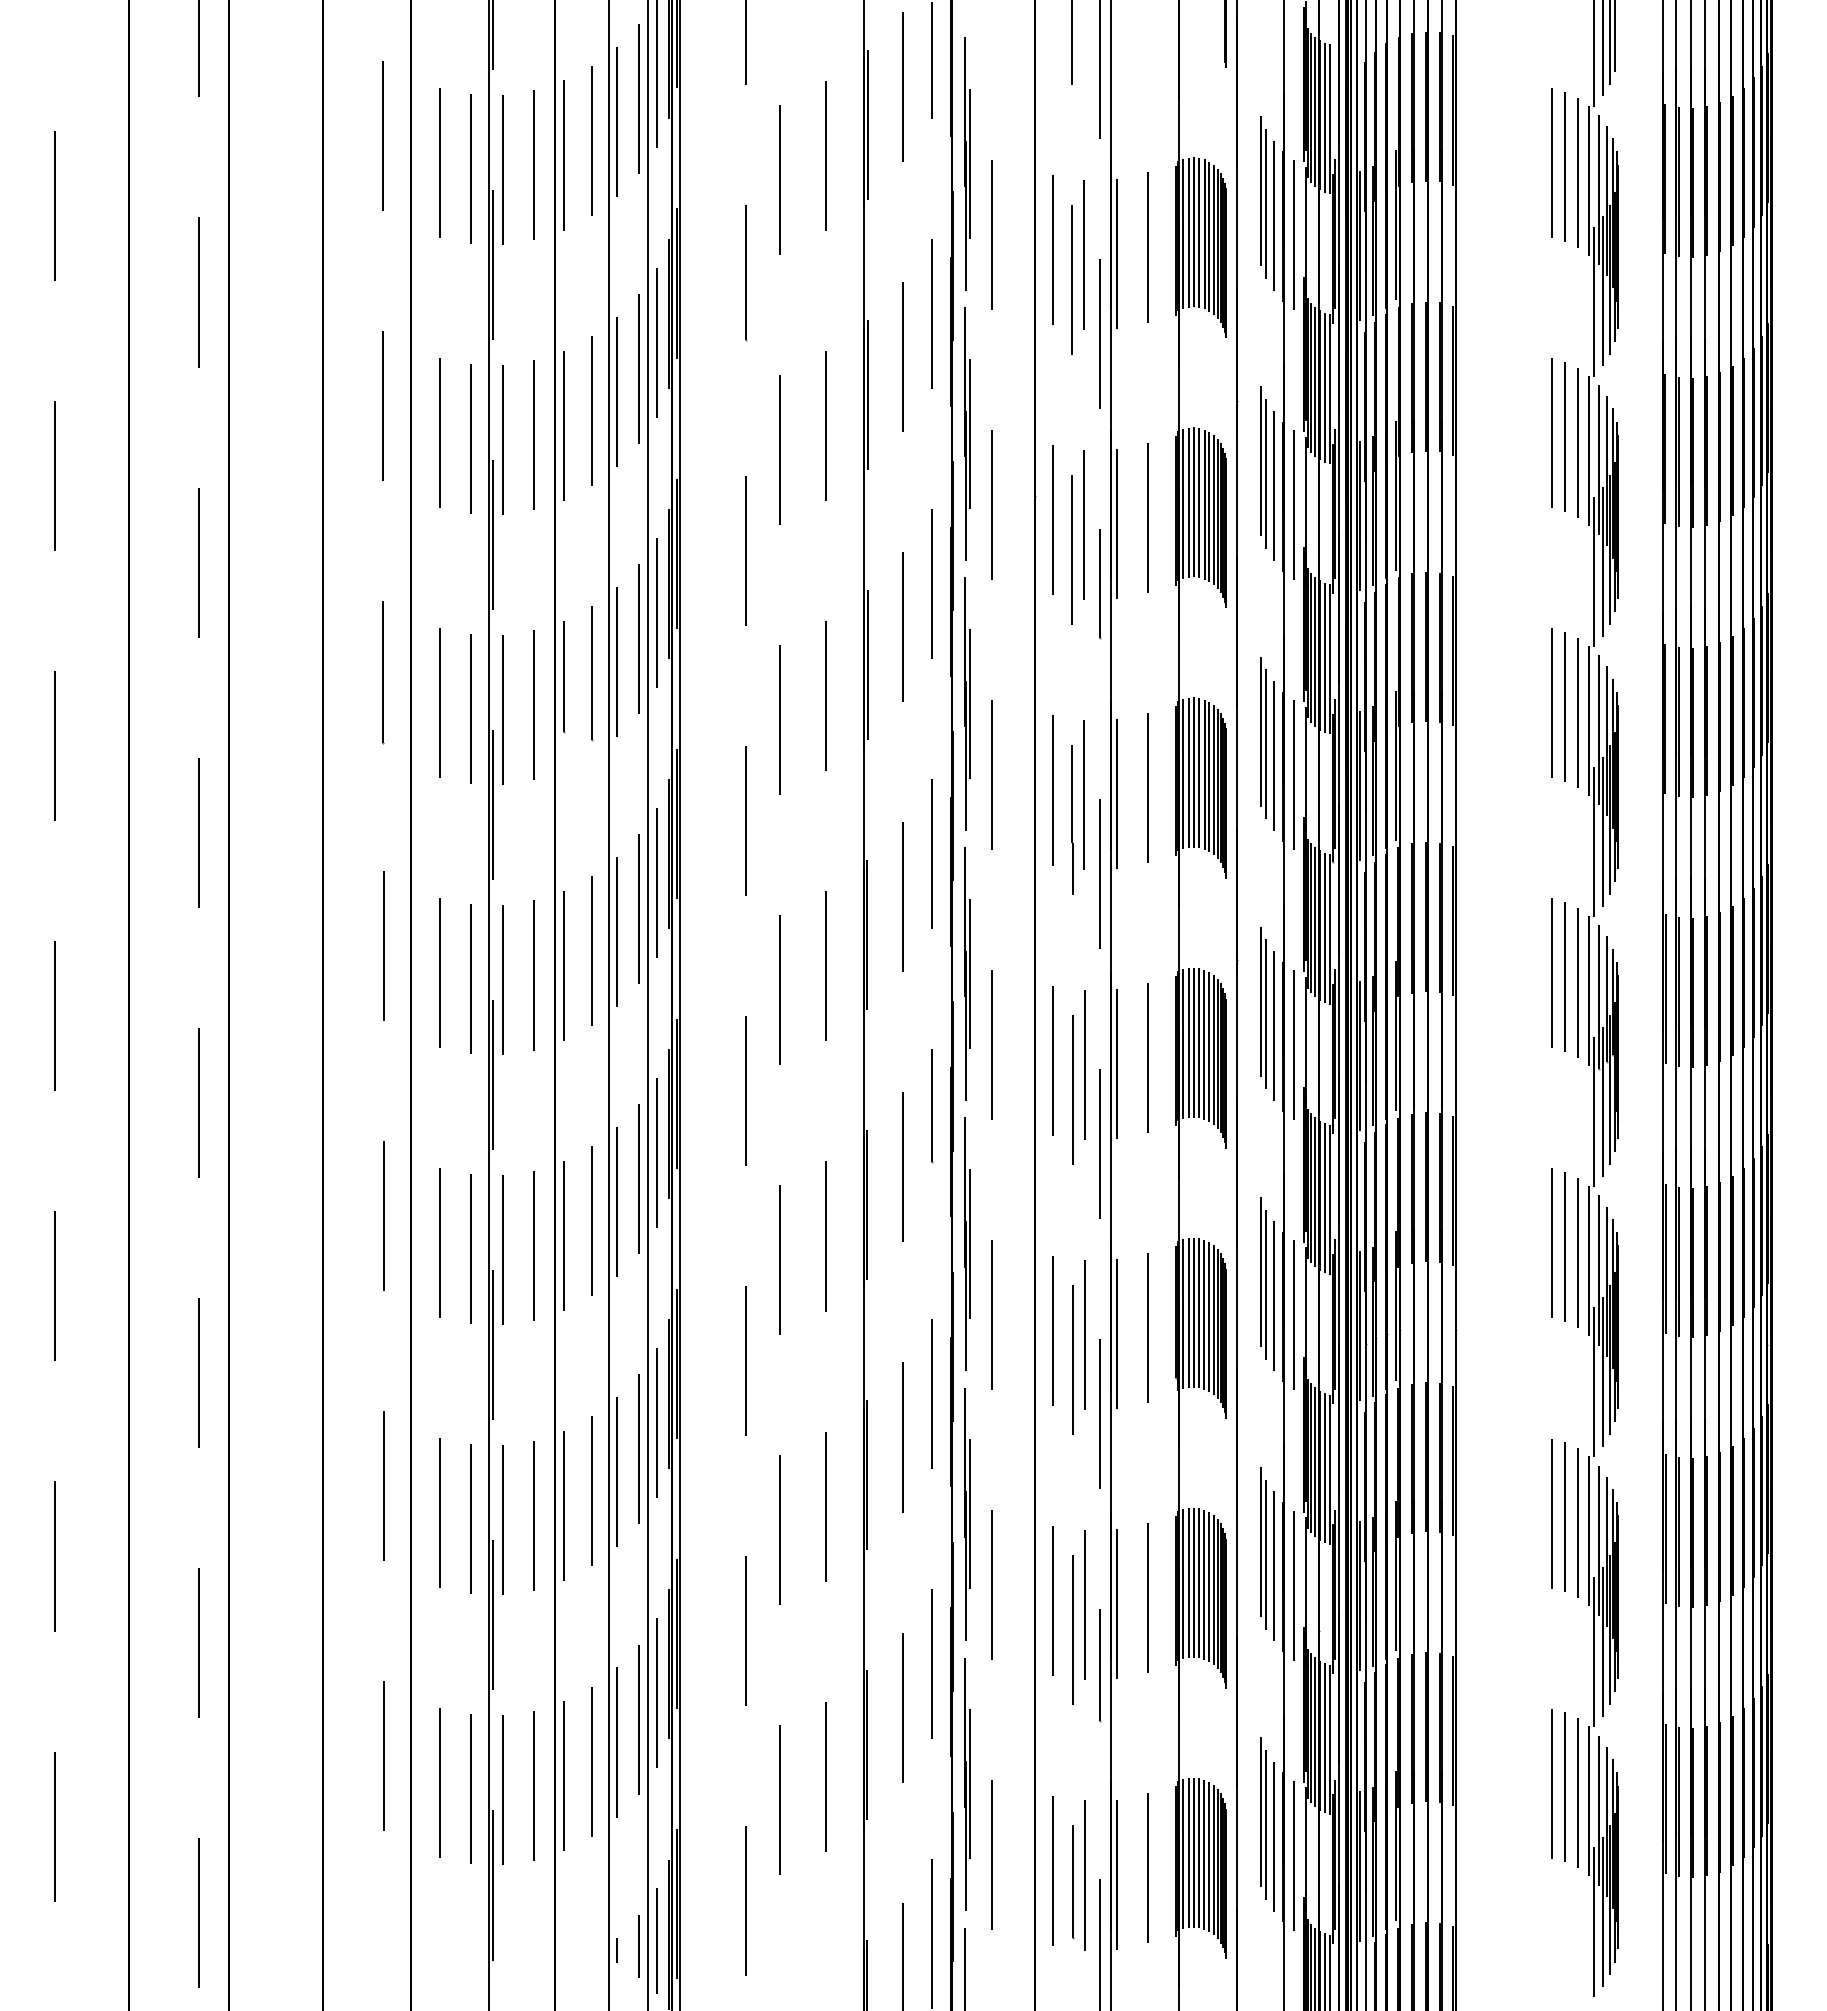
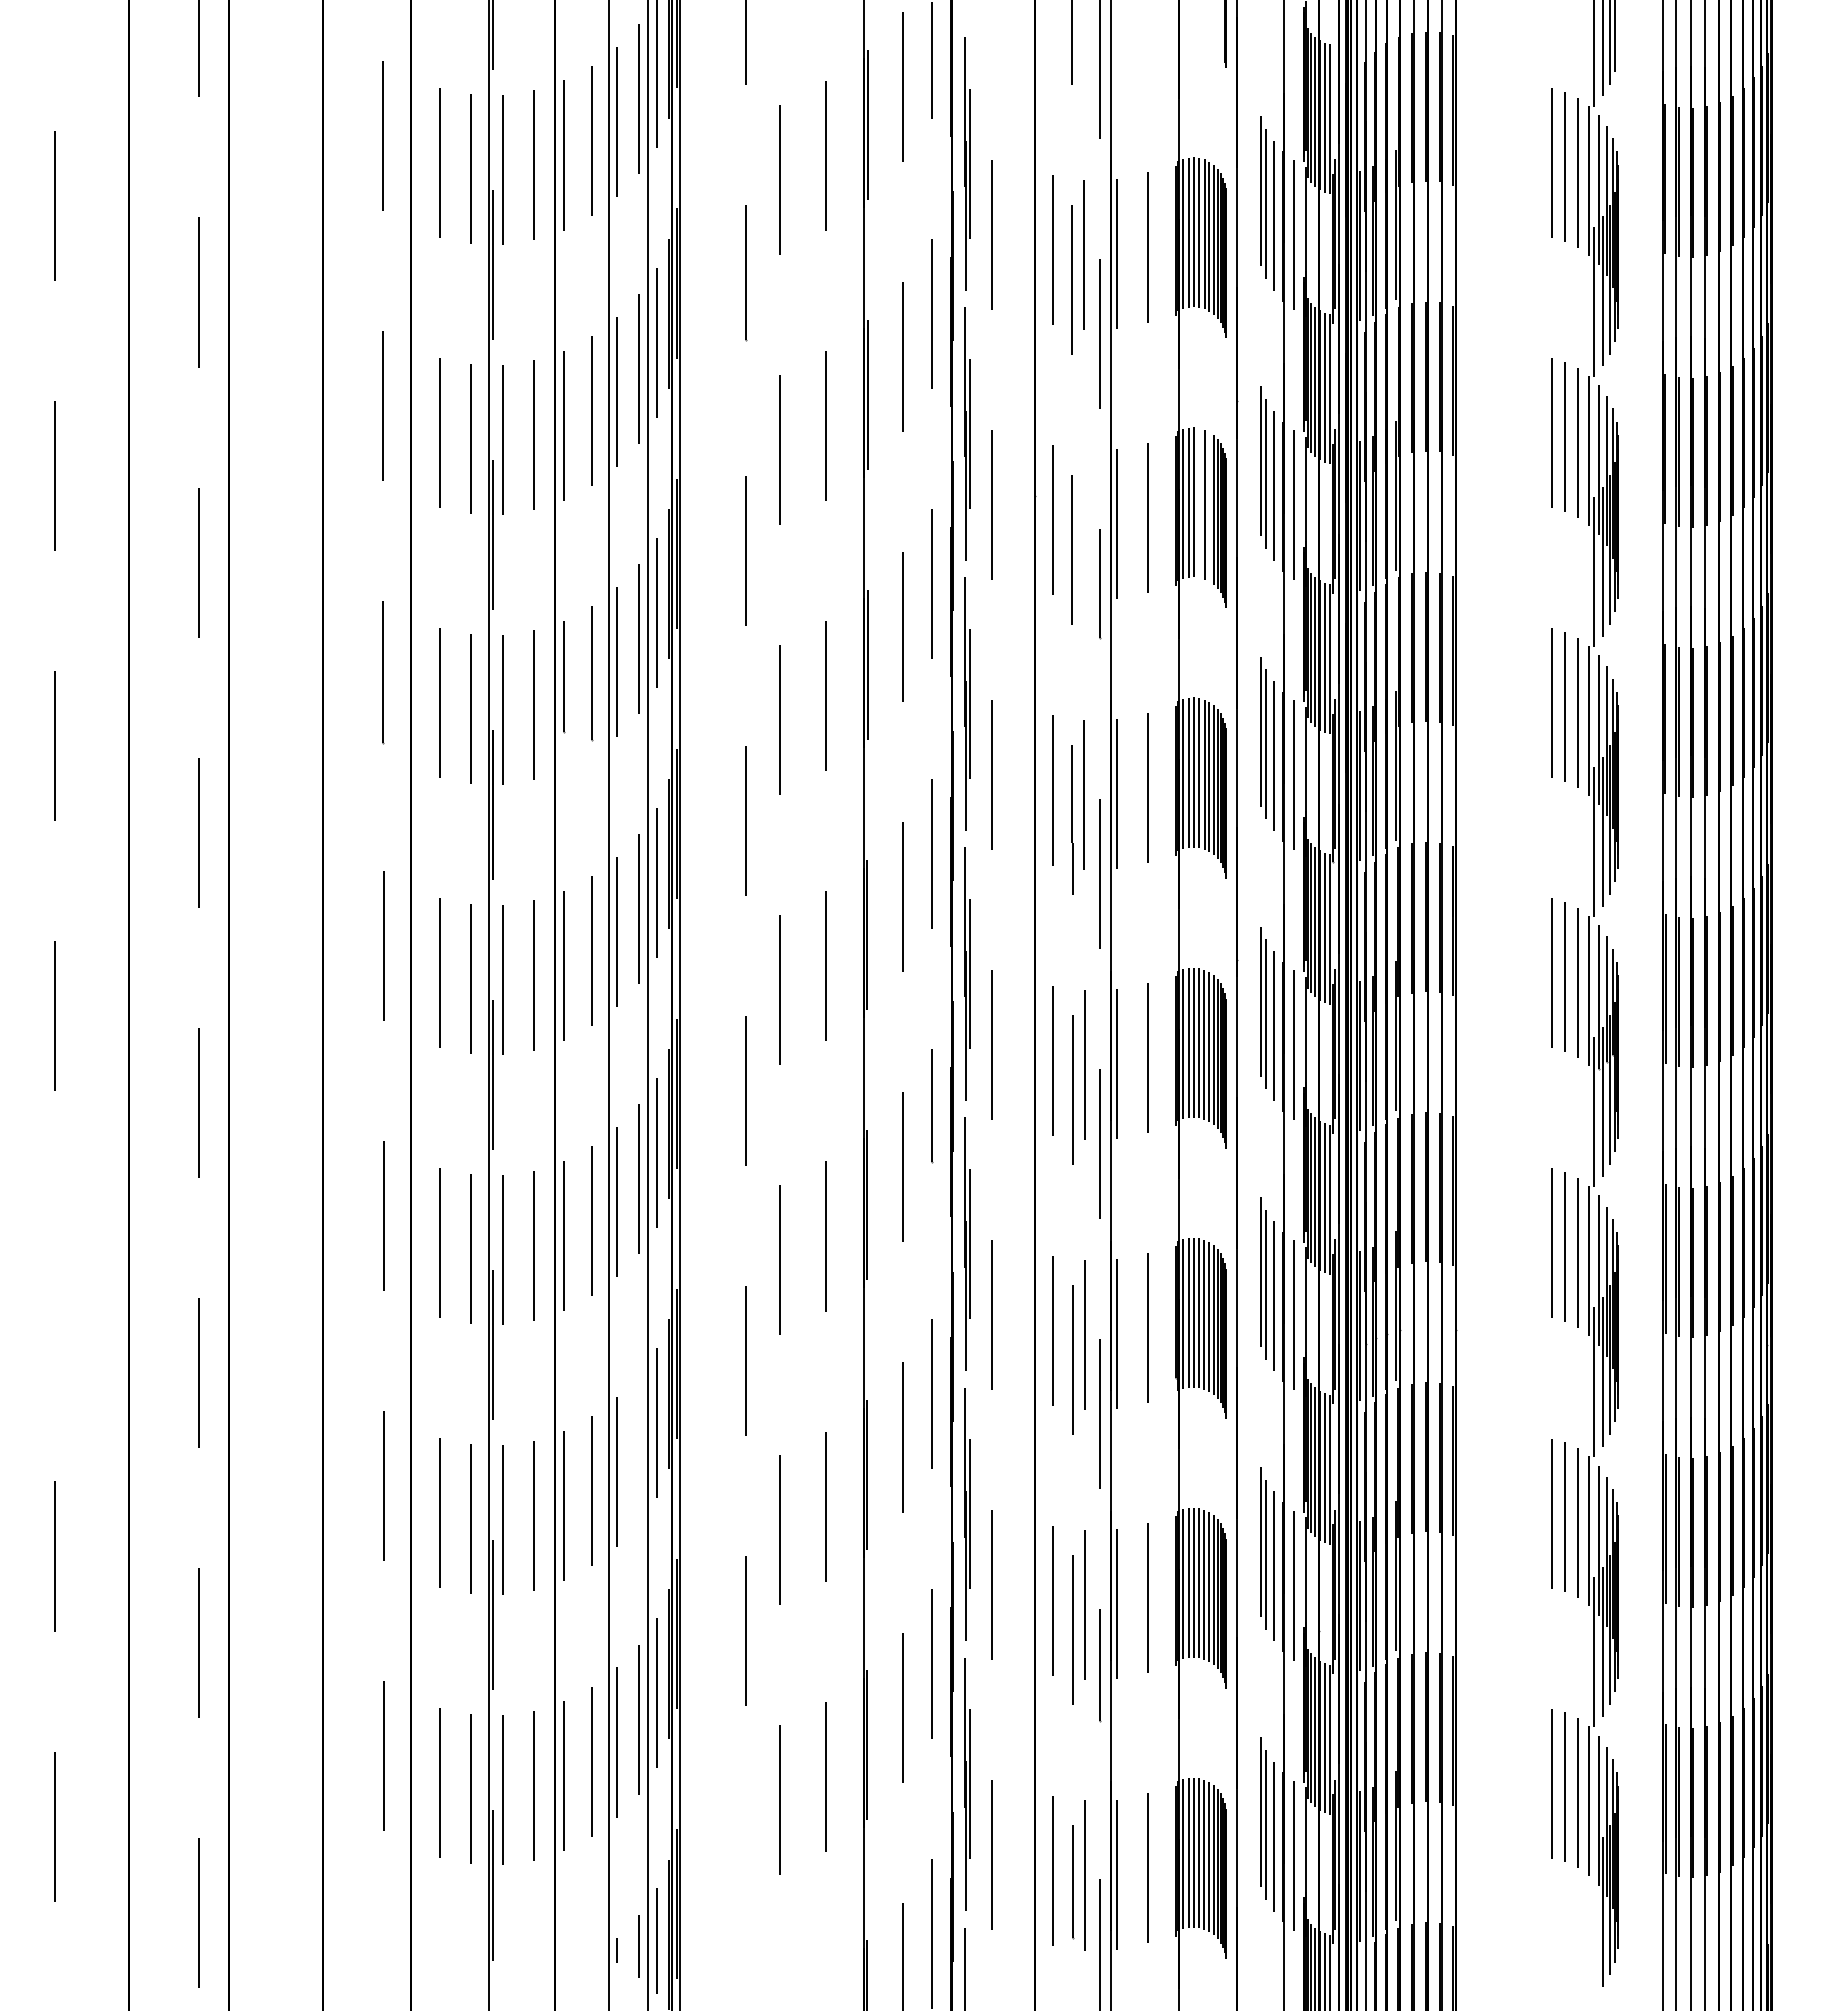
line at (1199, 503): present -> none
line at (1209, 506): present -> none
line at (1084, 525): present -> none
line at (54, 1286): present -> none
line at (638, 1448): present -> none
line at (746, 1901): present -> none
line at (1593, 1922): present -> none
